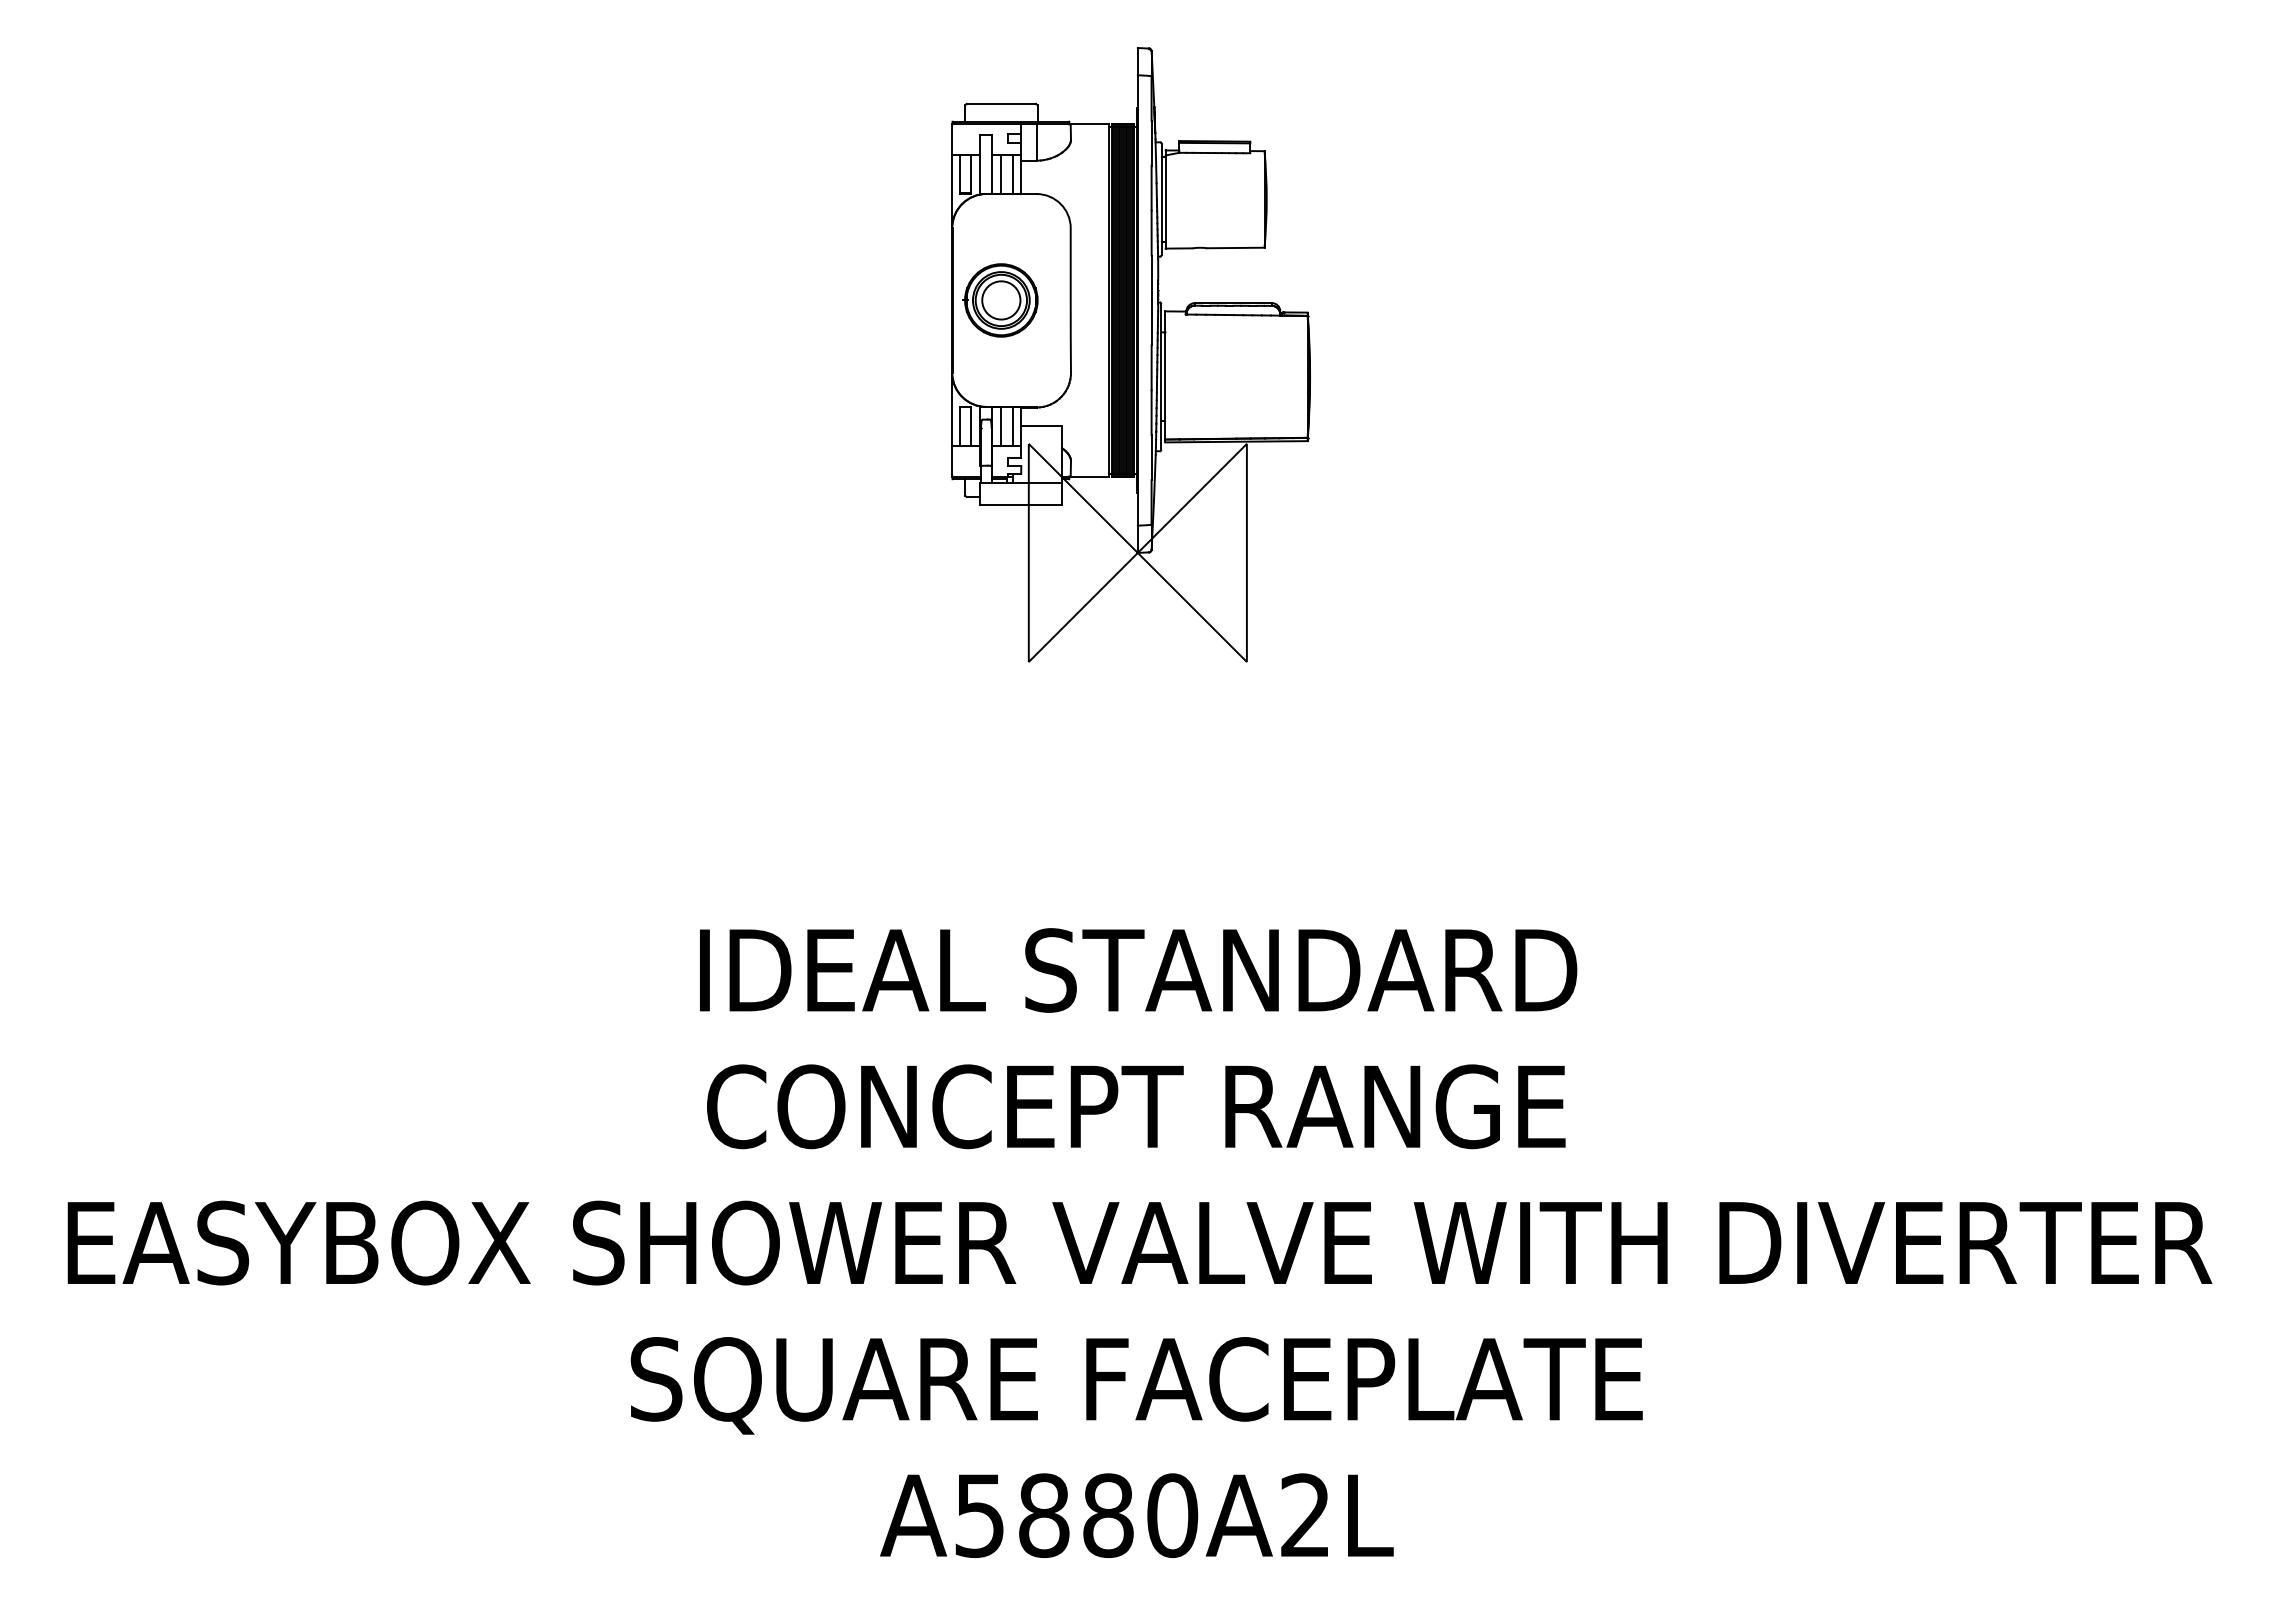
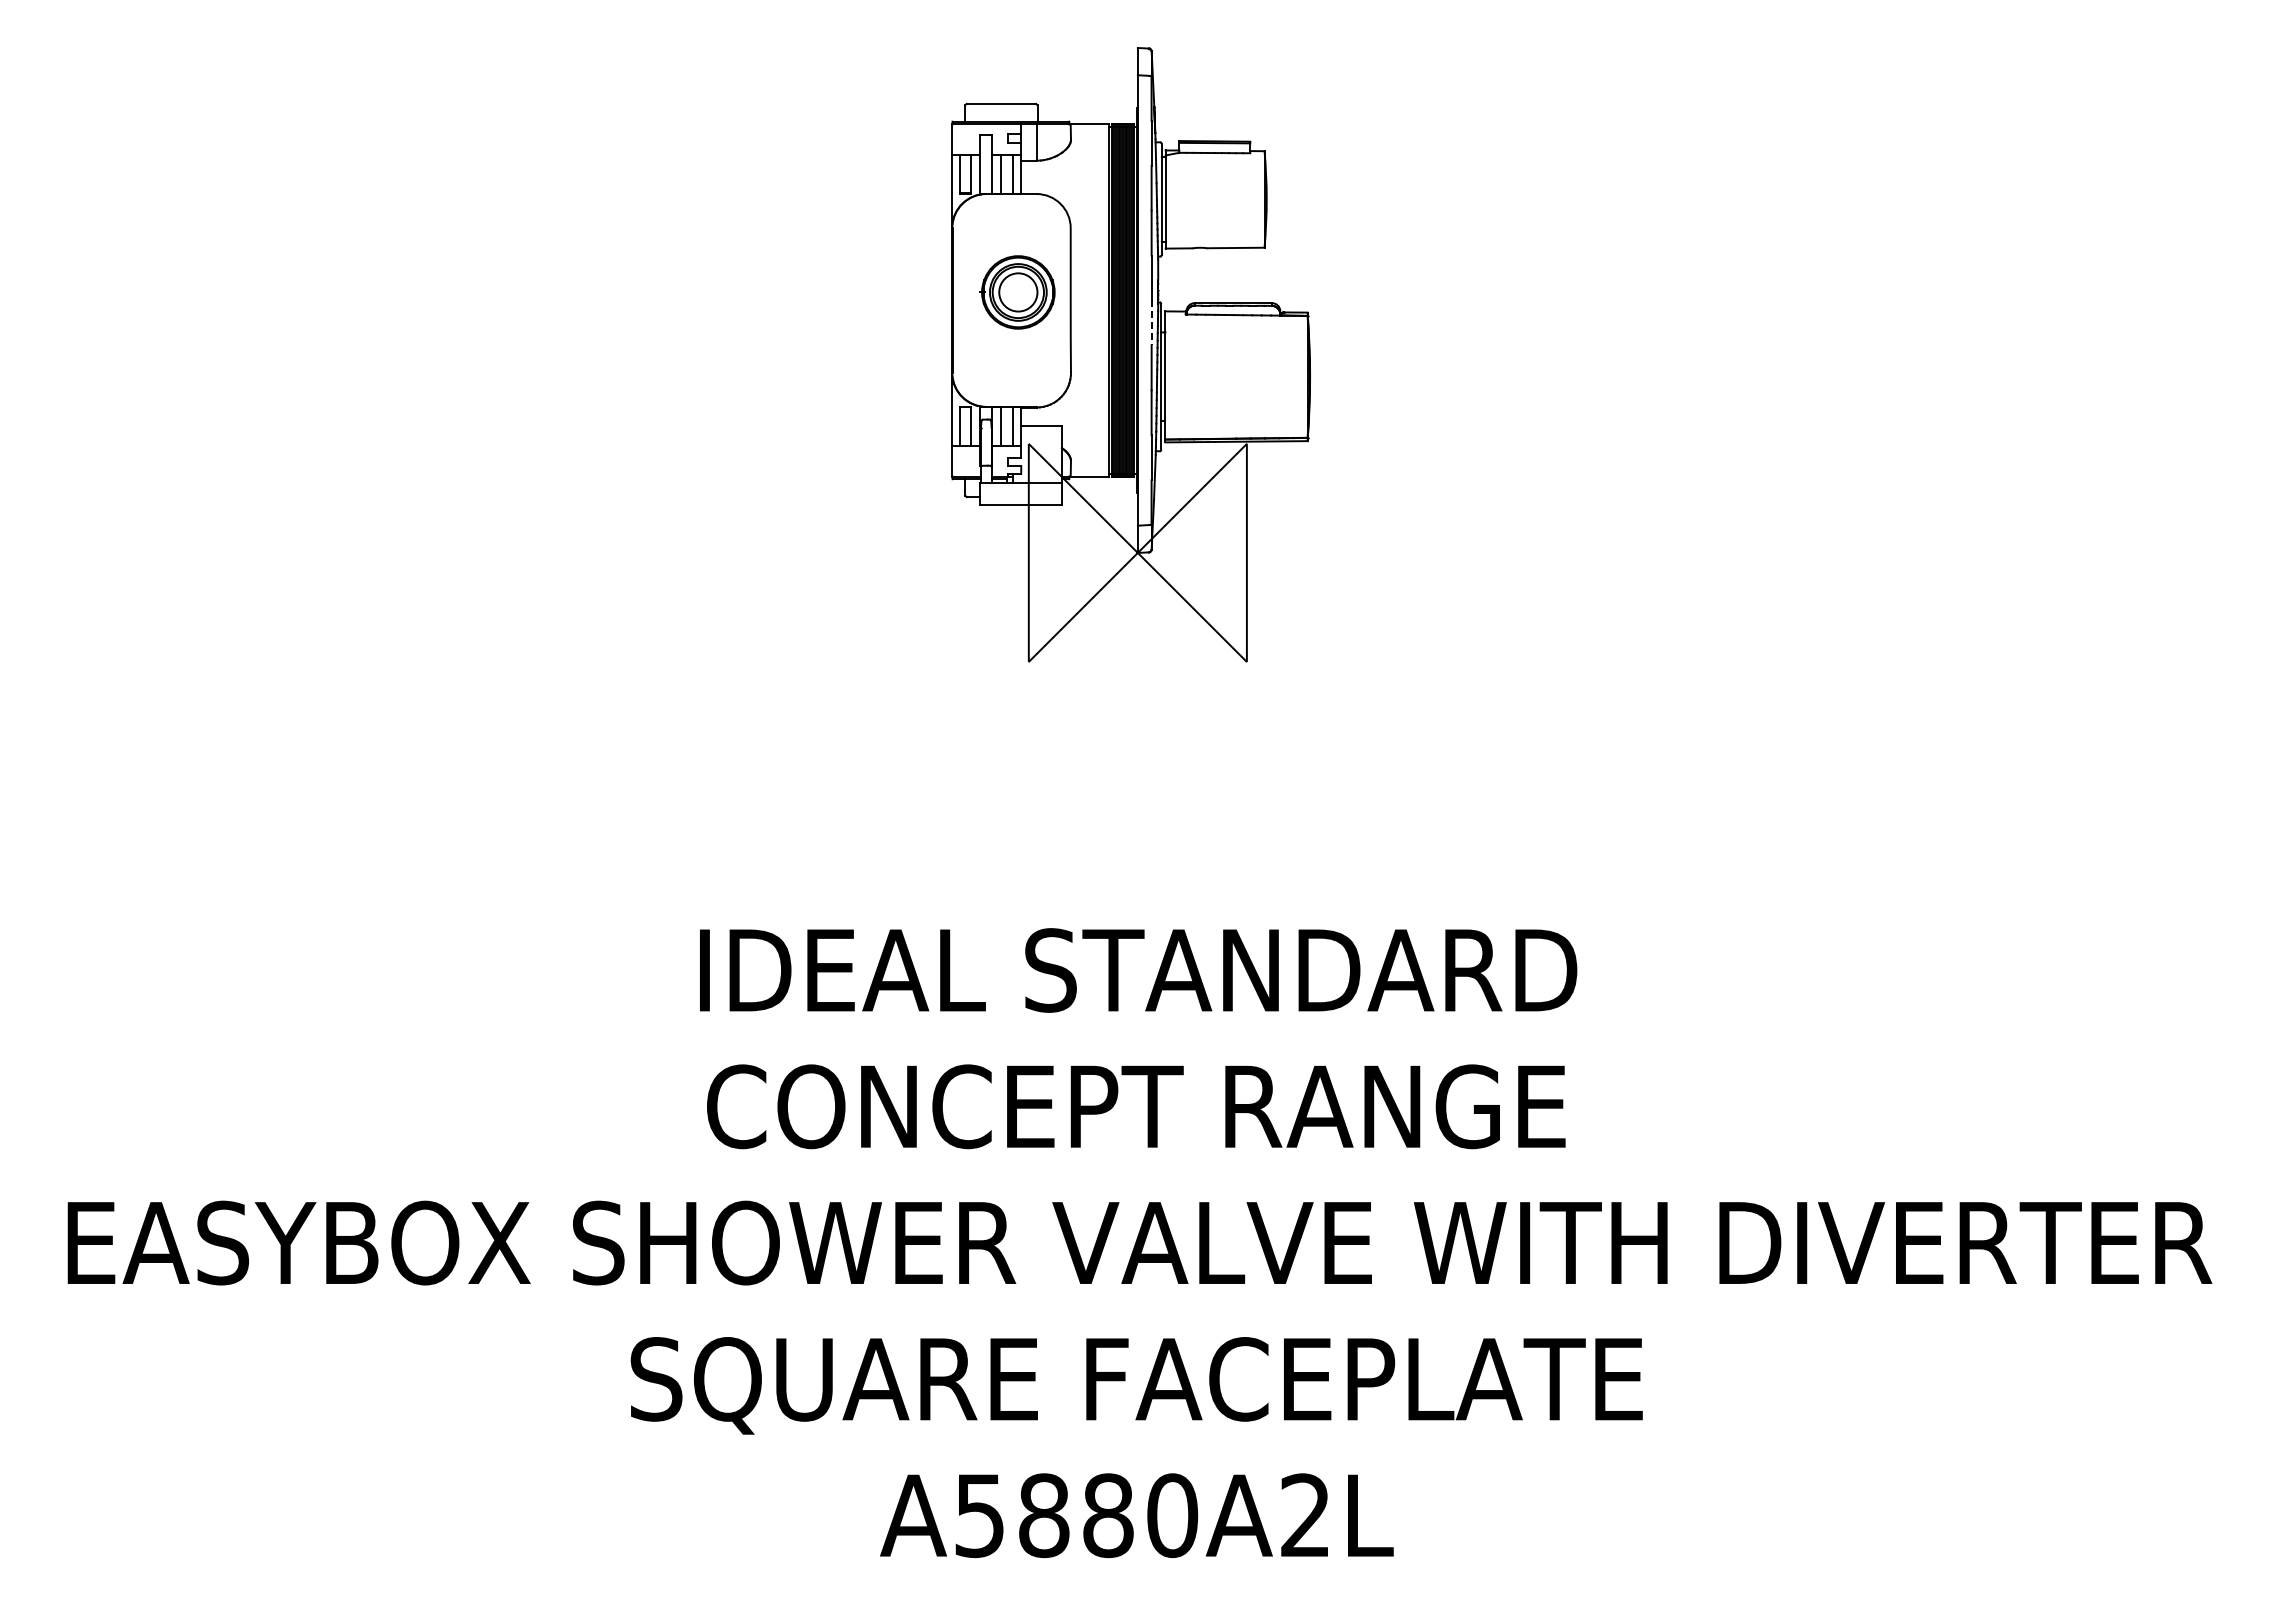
part at (1000, 300) position: (1000, 300) -> (1017, 292)
line at (1151, 323): solid -> dashed
